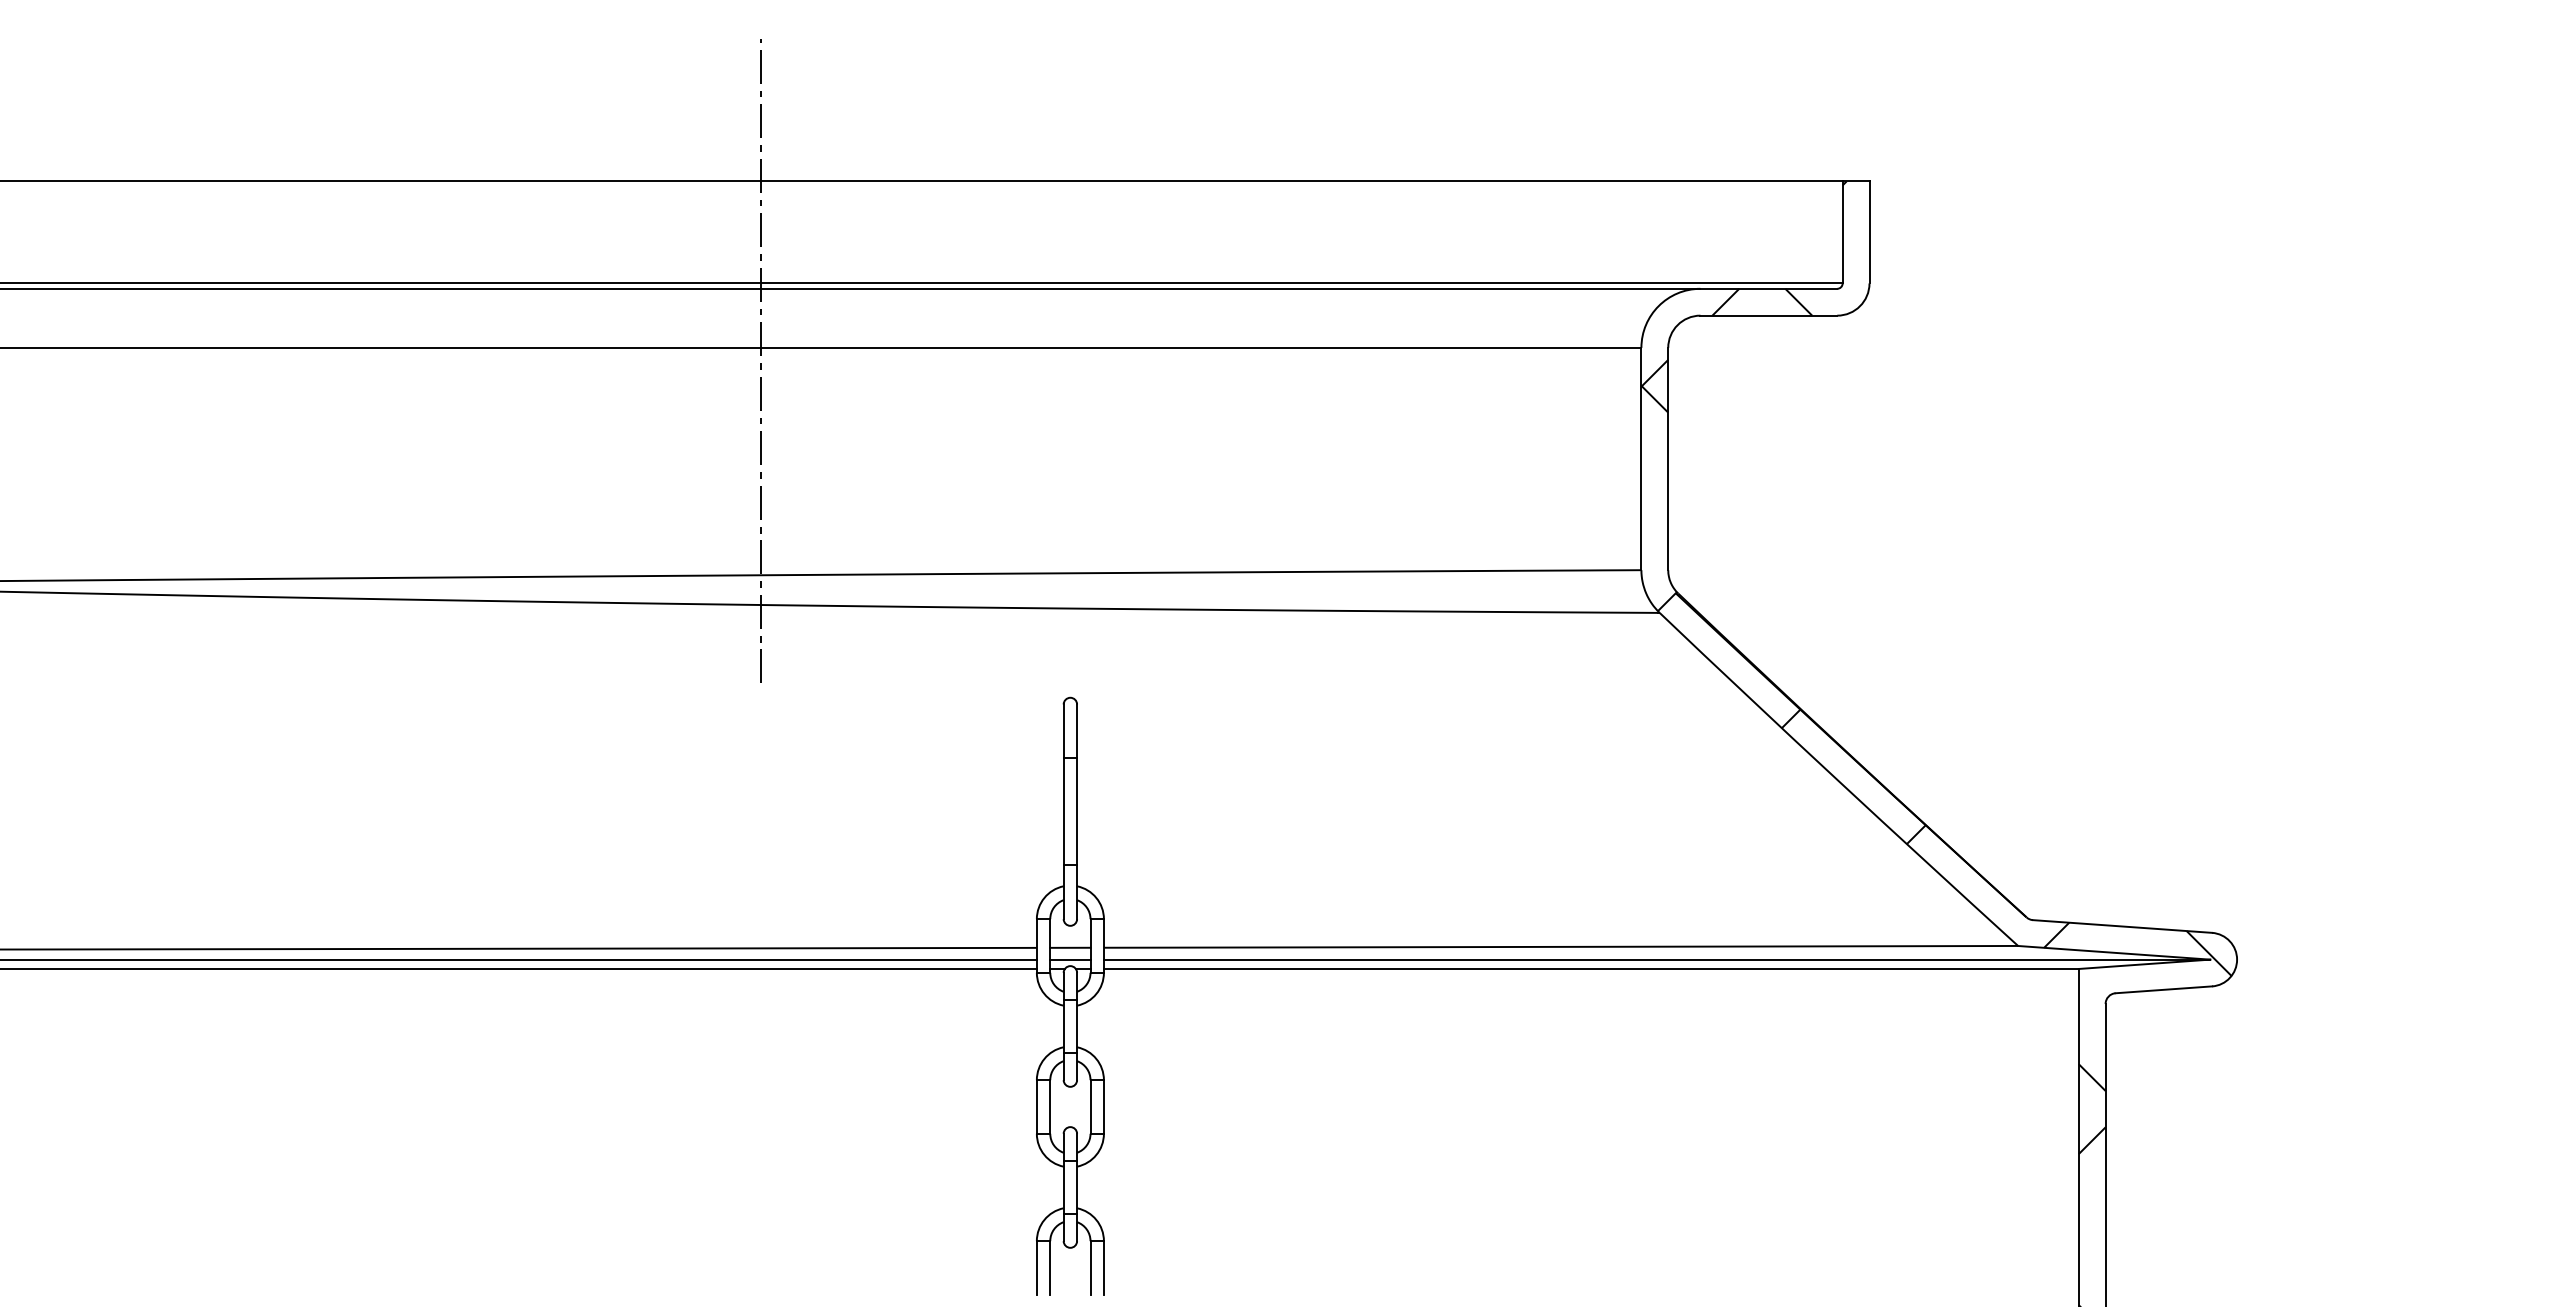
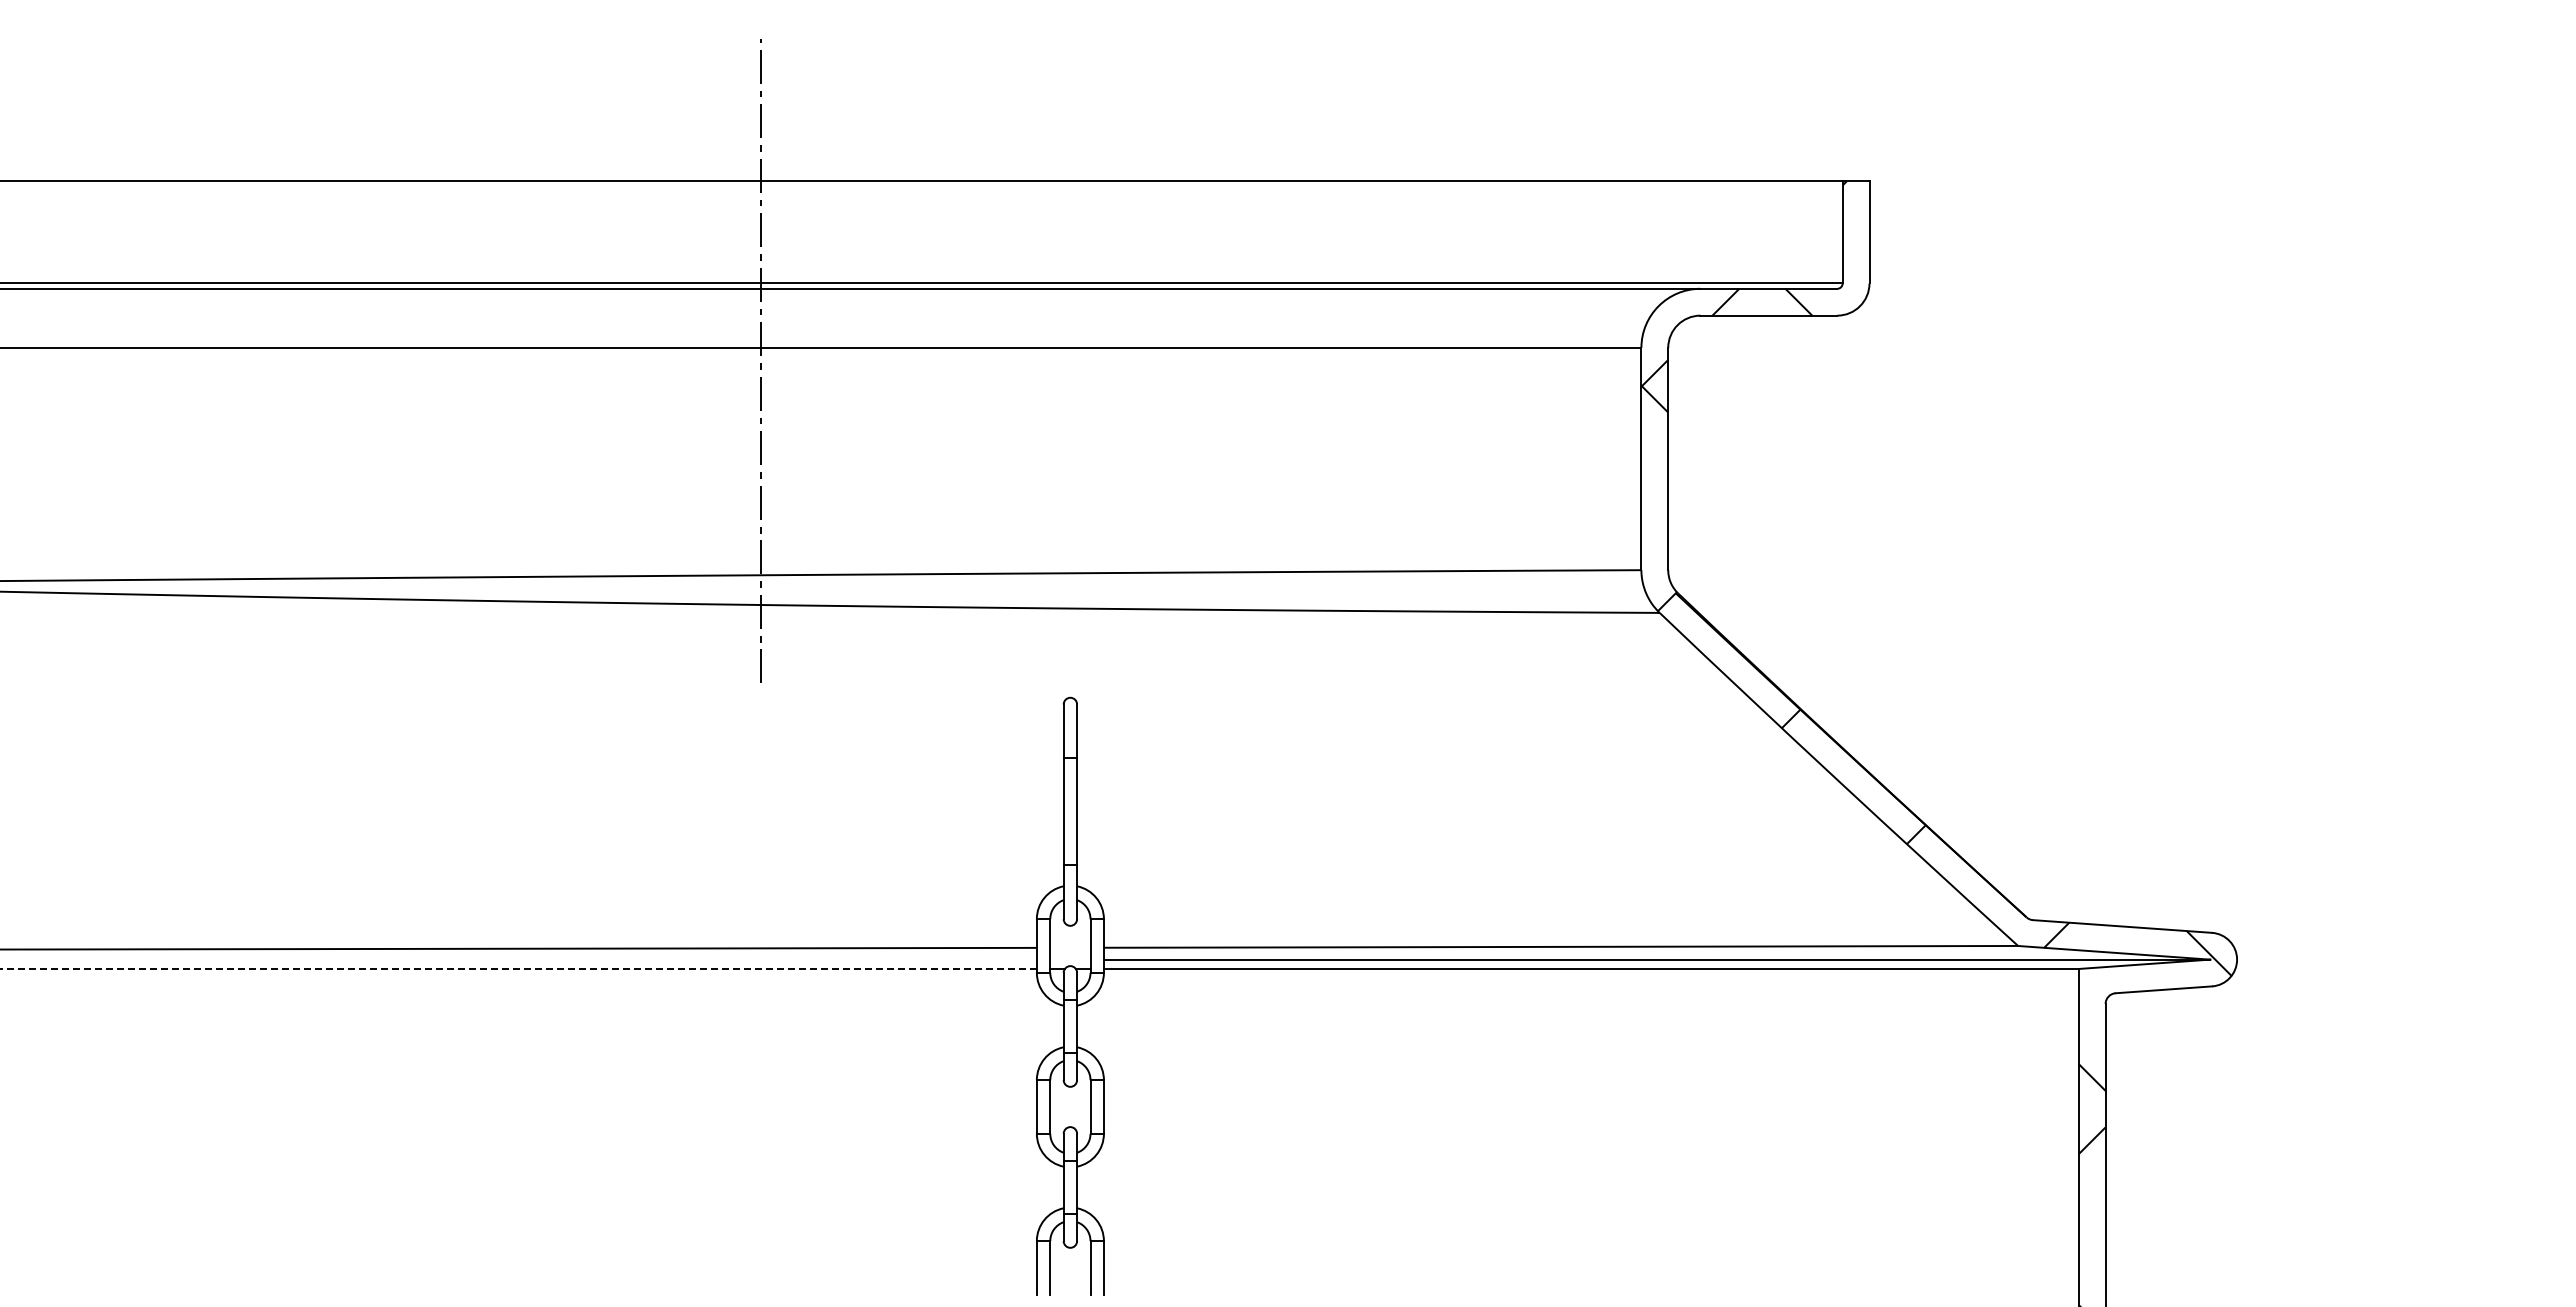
line at (1070, 947): present -> none
line at (519, 959): present -> none
line at (1070, 959): present -> none
line at (518, 968): solid -> dashed
